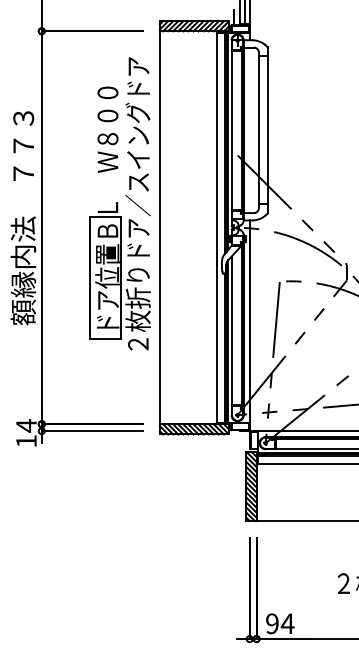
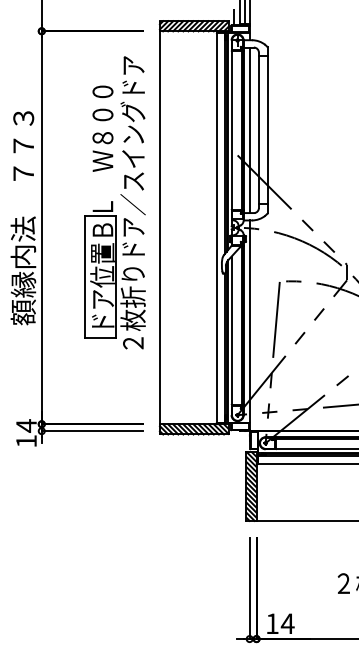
line at (249, 130): none -> present
part at (119, 203) position: (119, 203) -> (114, 202)
text at (272, 623): 94 -> 14
